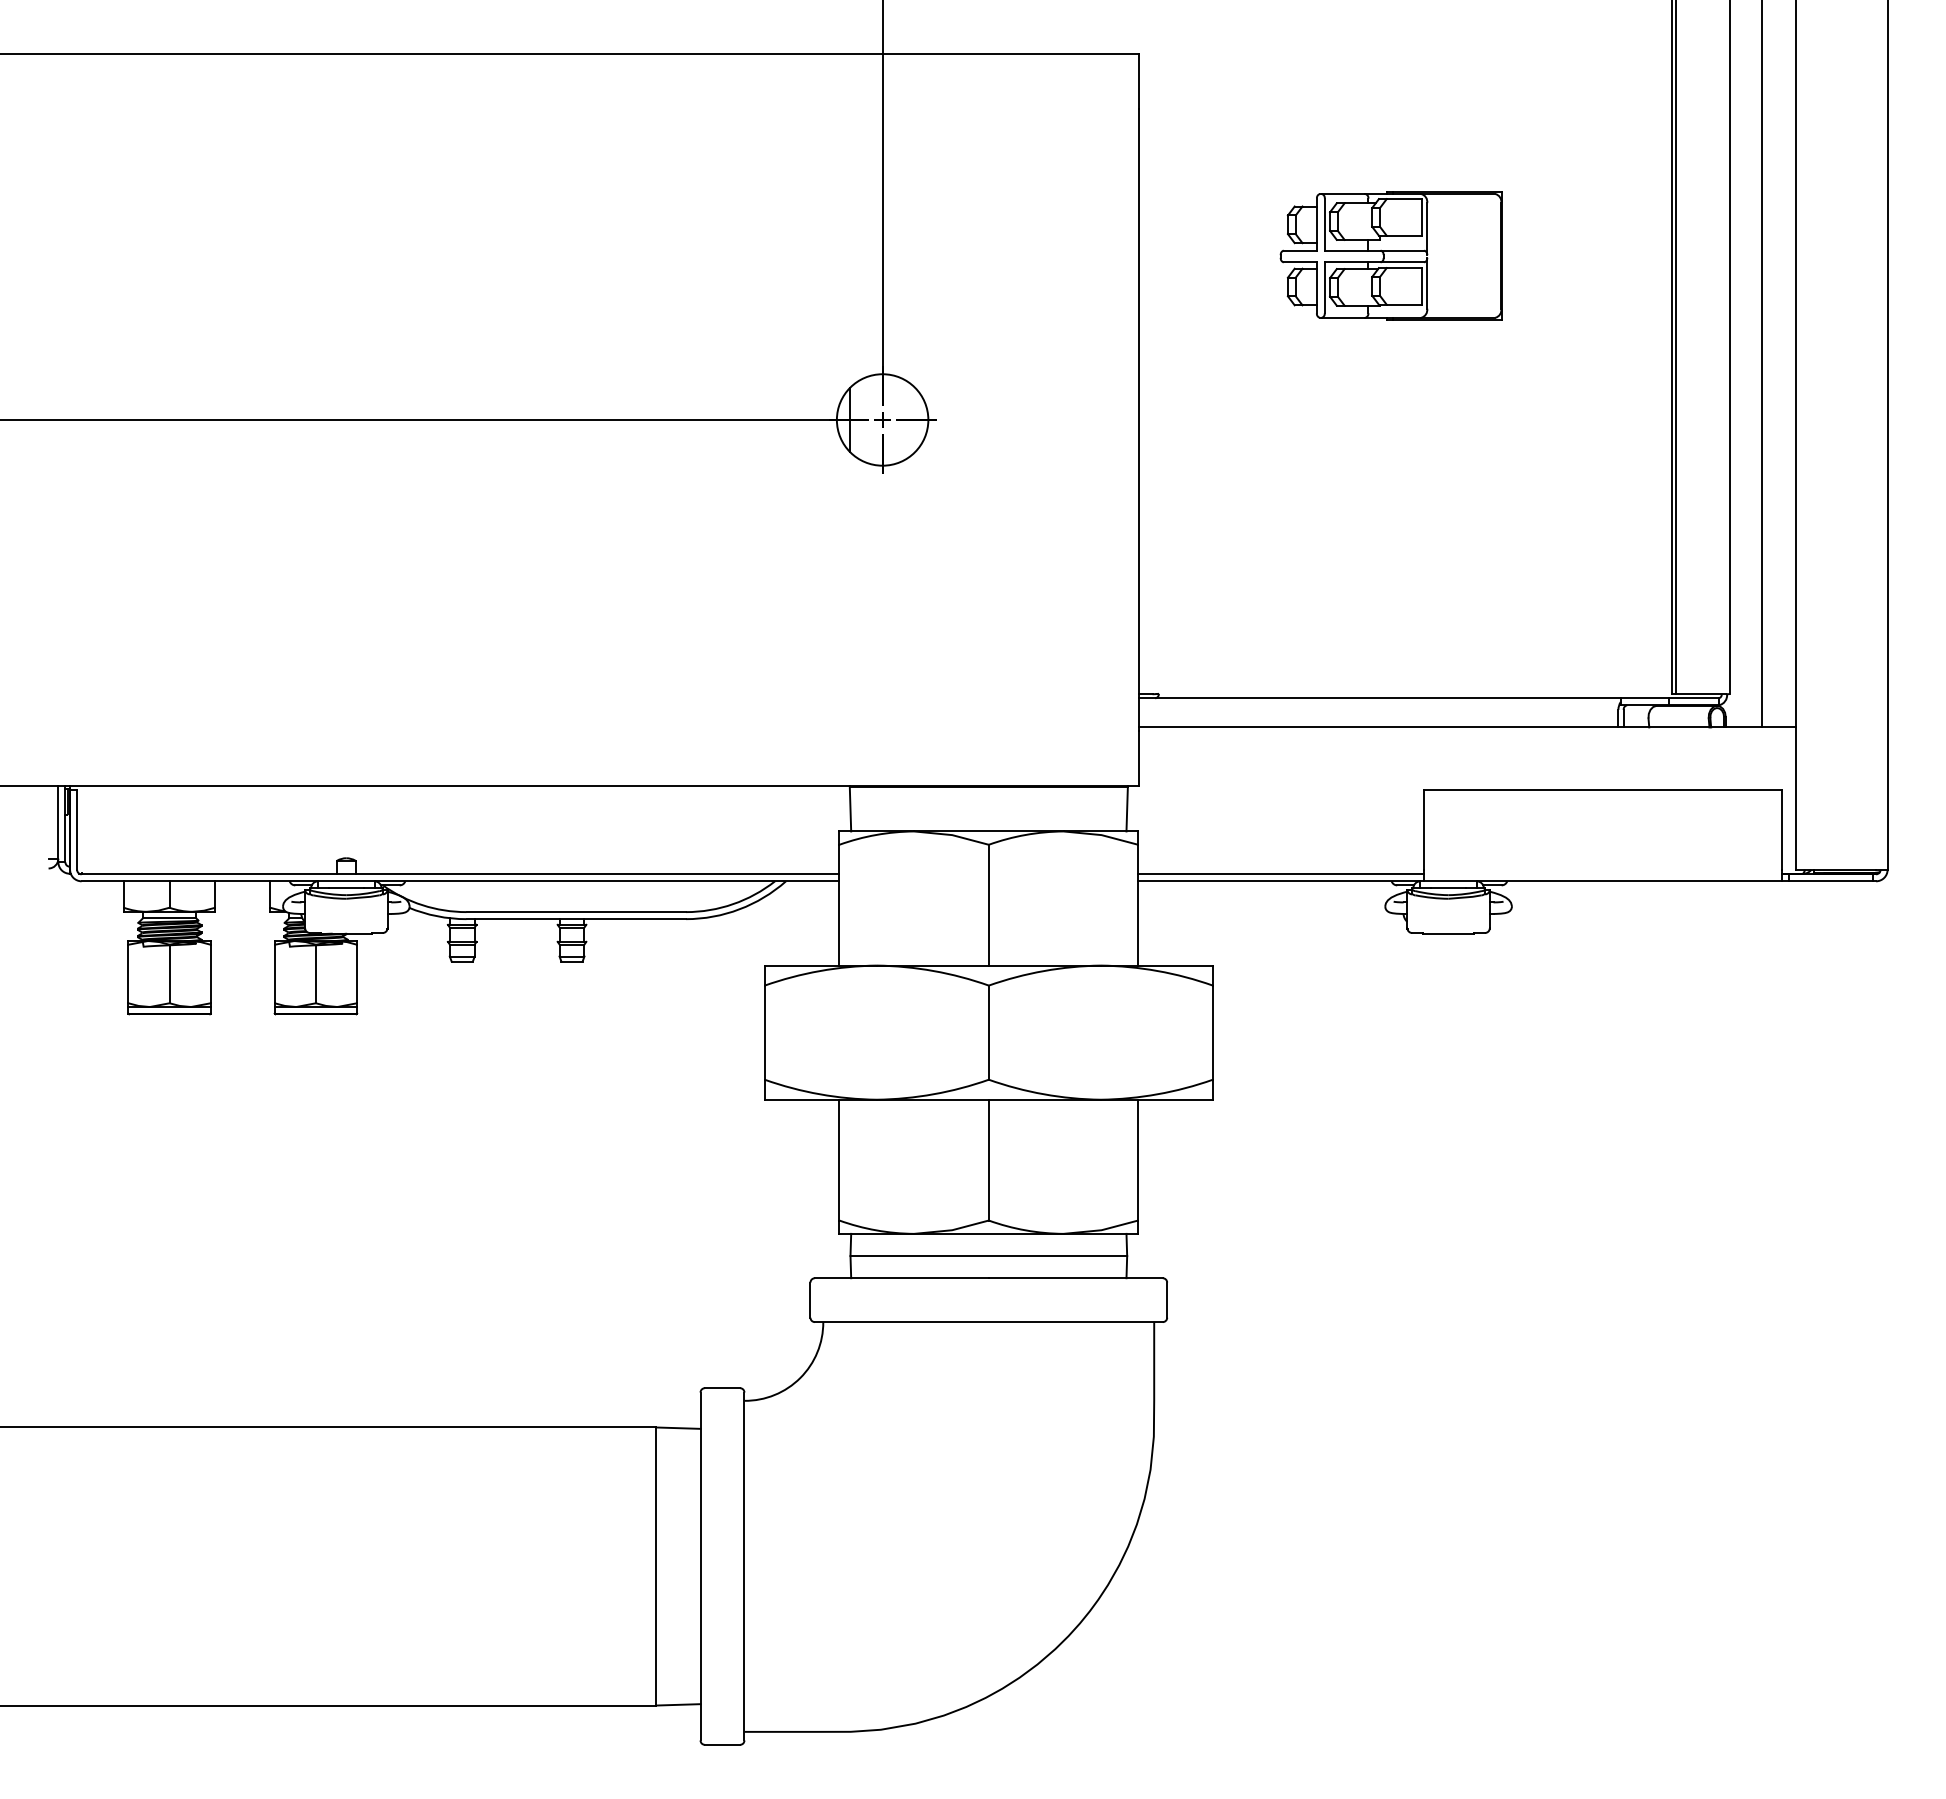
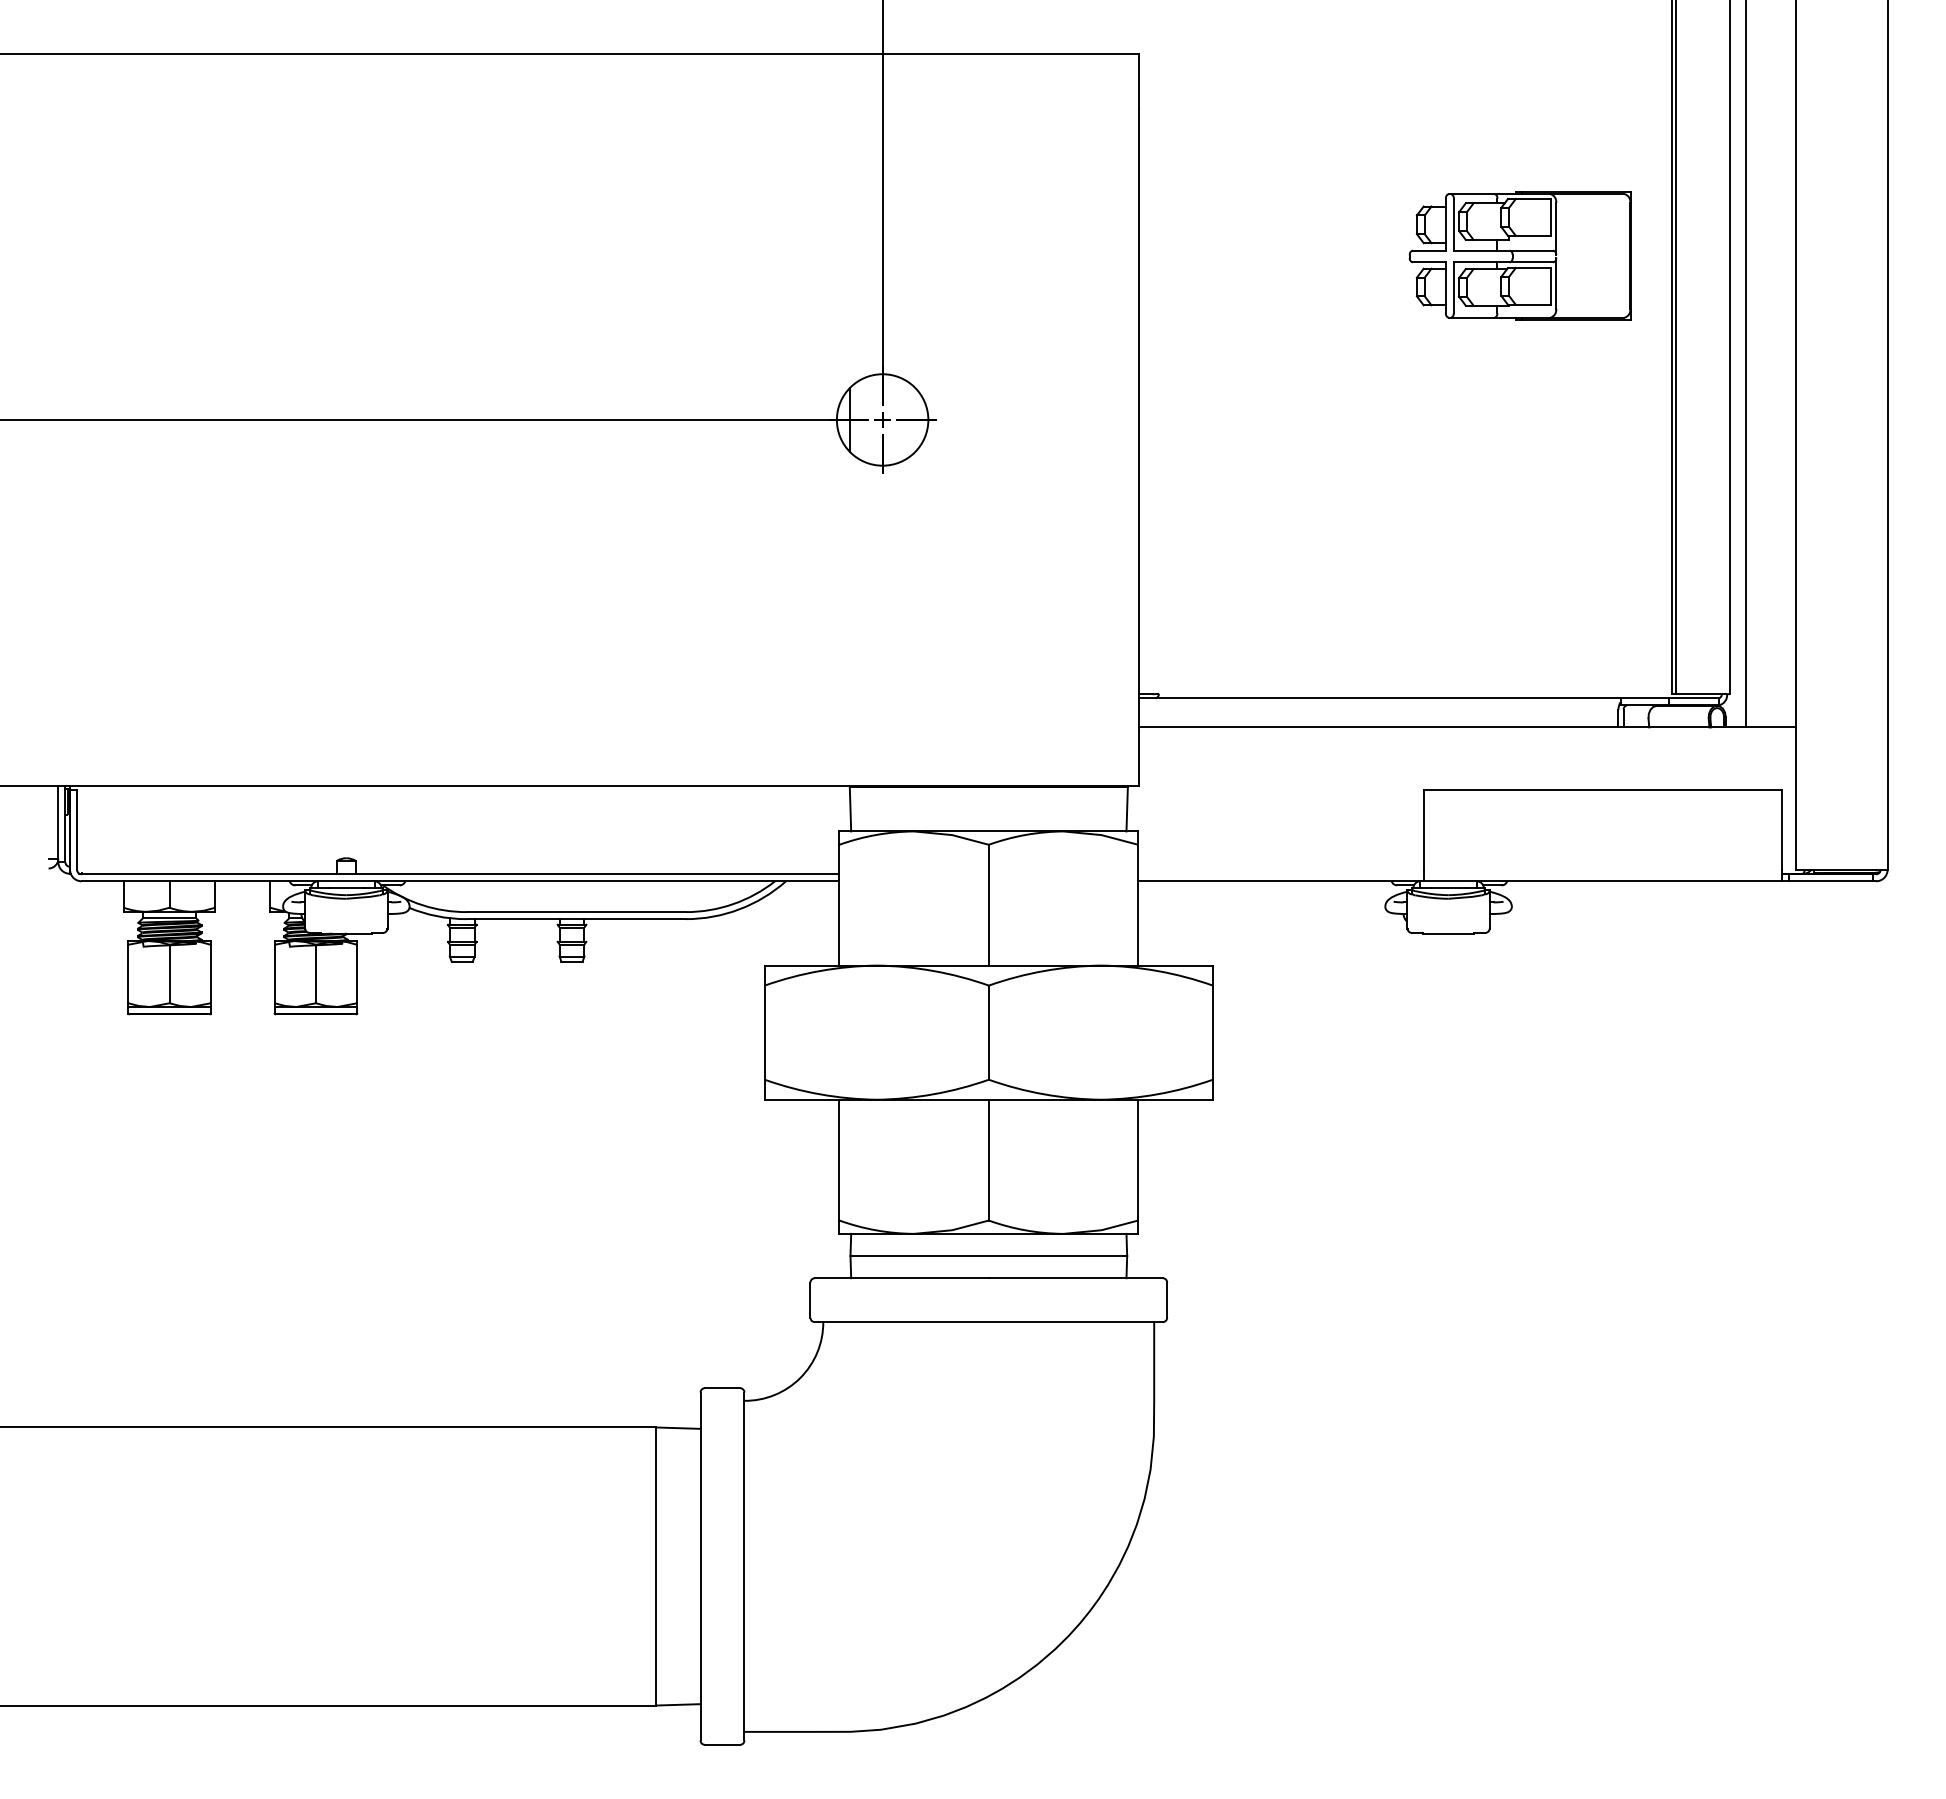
part at (1390, 255) position: (1390, 255) -> (1519, 255)
line at (1761, 364) position: (1761, 364) -> (1745, 364)
line at (1280, 874): present -> none
